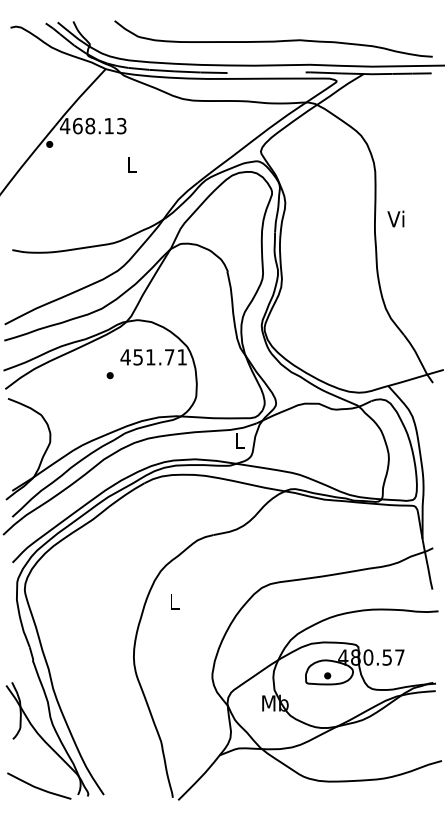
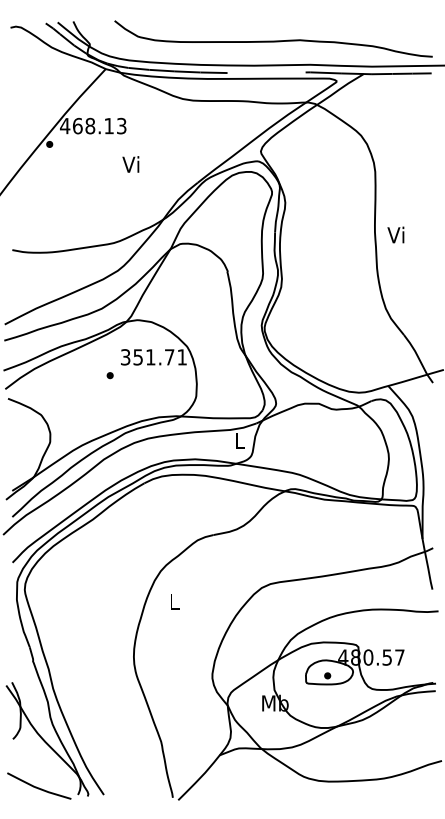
text at (130, 164): L -> Vi
text at (395, 218) position: (395, 218) -> (395, 234)
text at (125, 357): 451.71 -> 351.71
